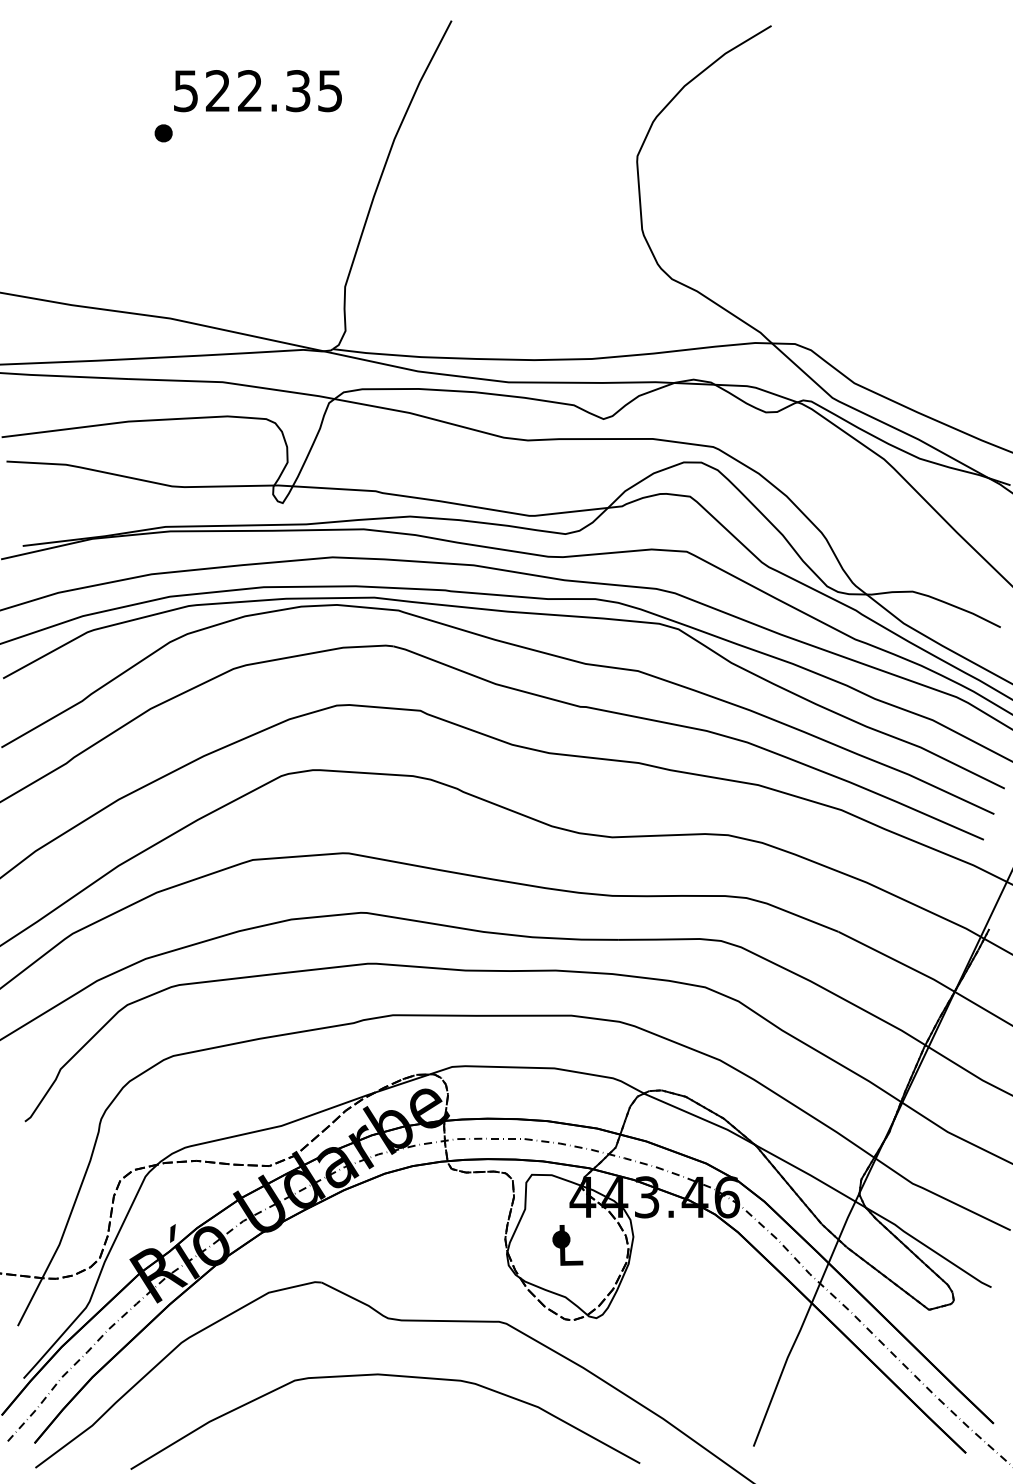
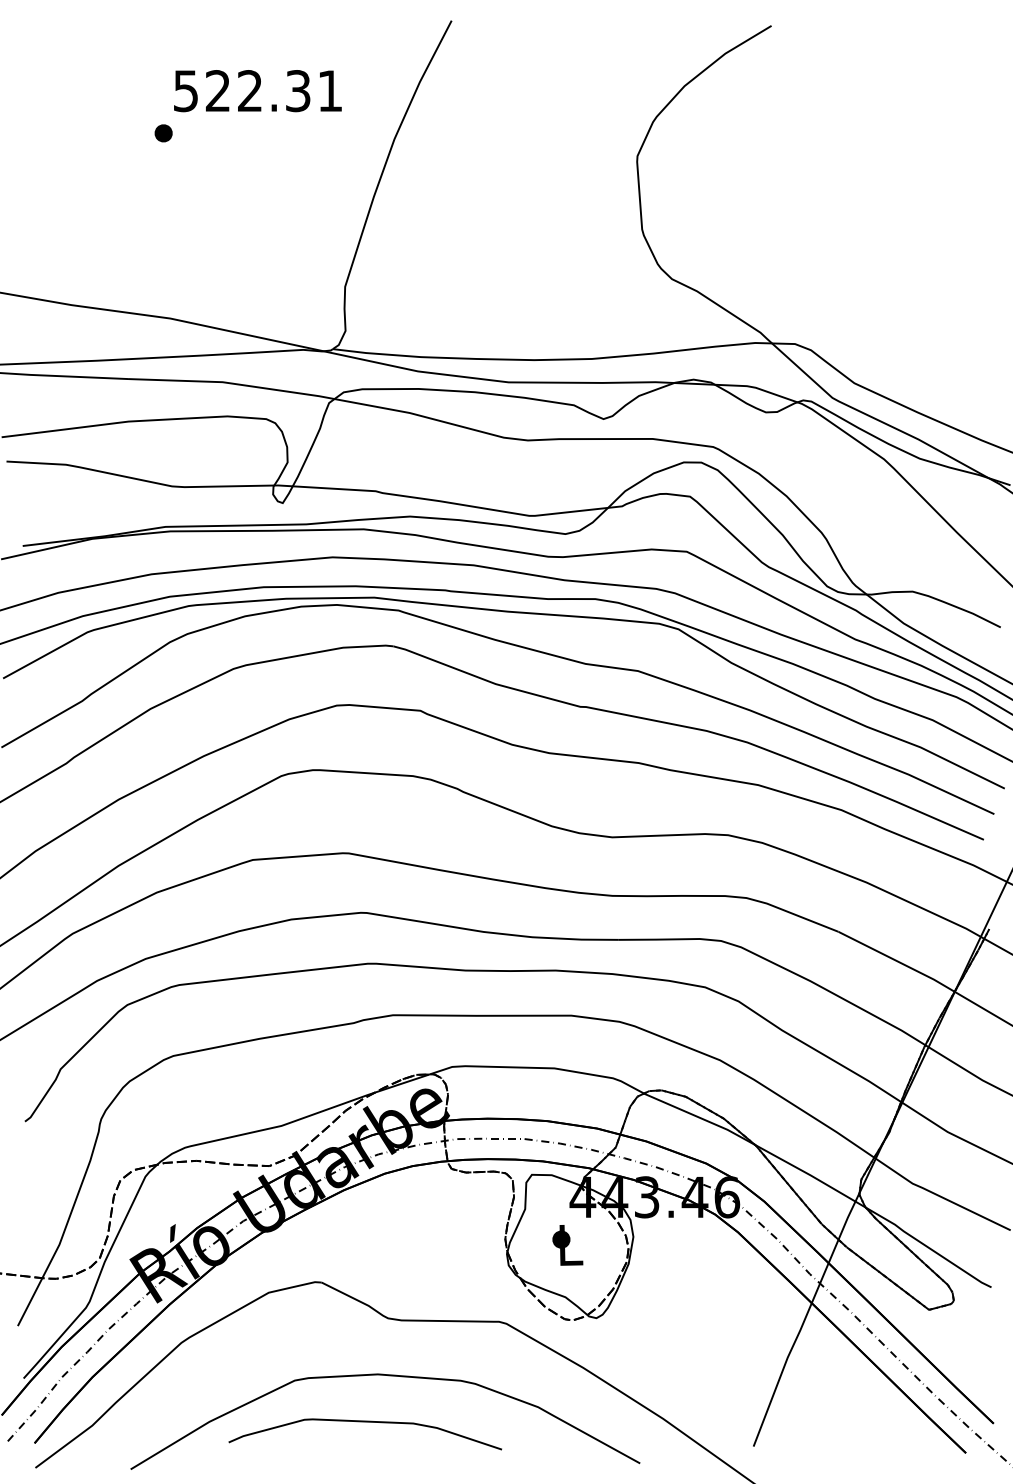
text at (329, 91): 522.35 -> 522.31
curve at (364, 1422): none -> present
